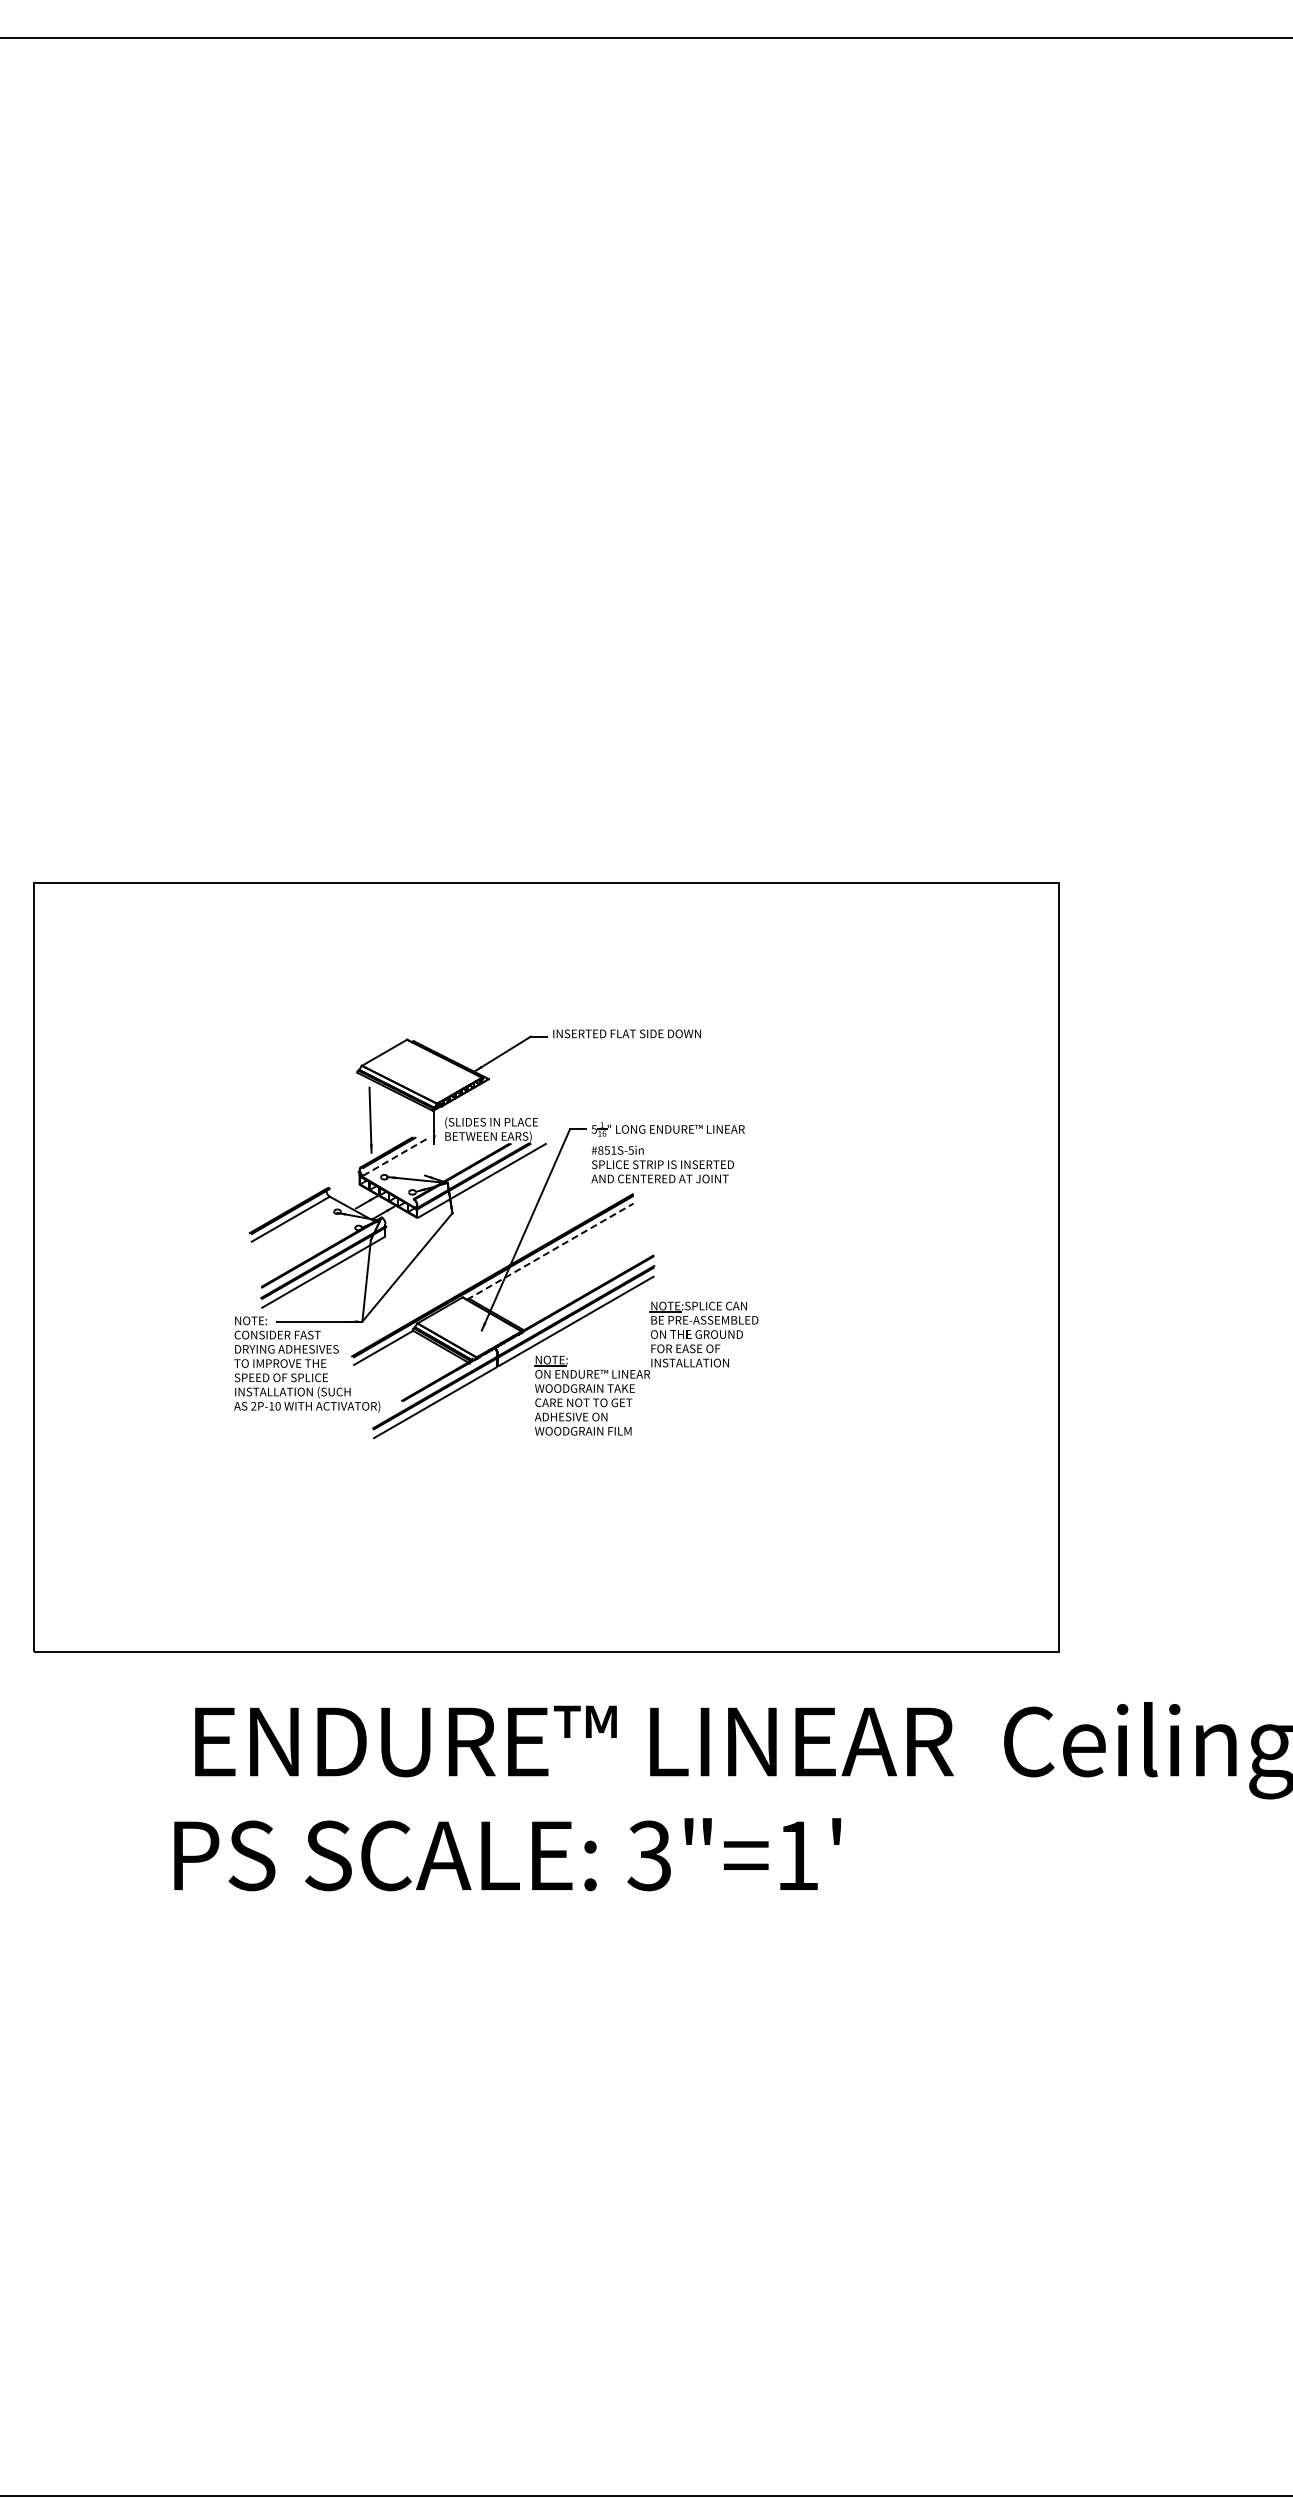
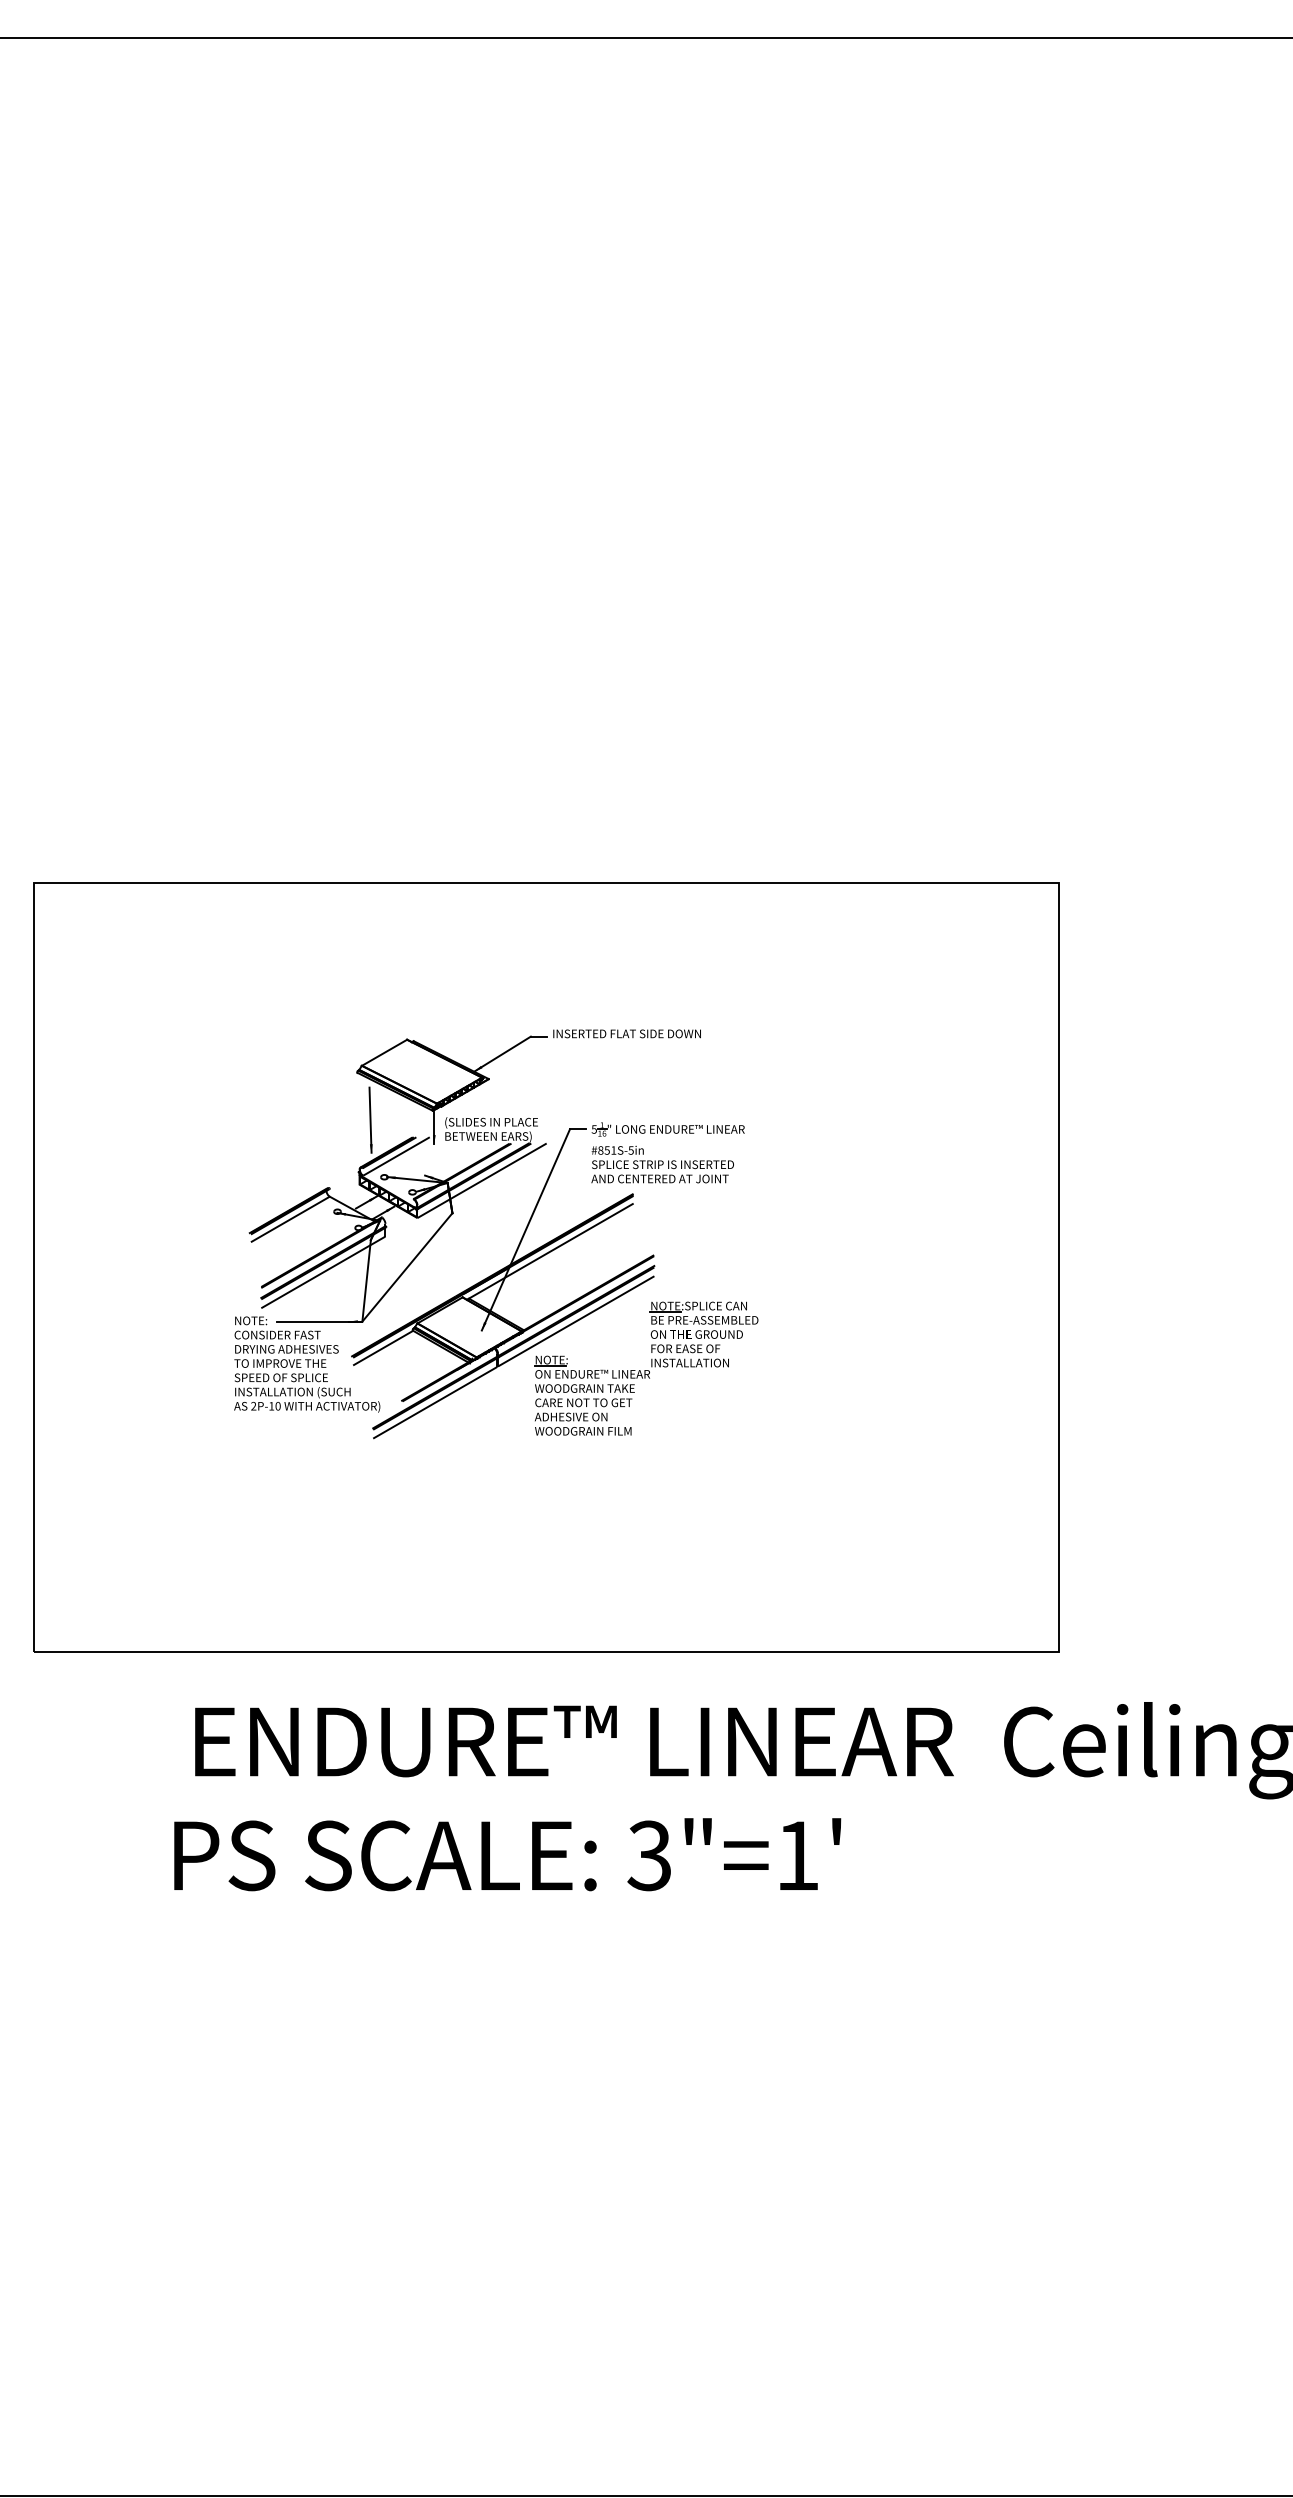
line at (396, 1156): dashed -> solid
line at (550, 1251): dashed -> solid
